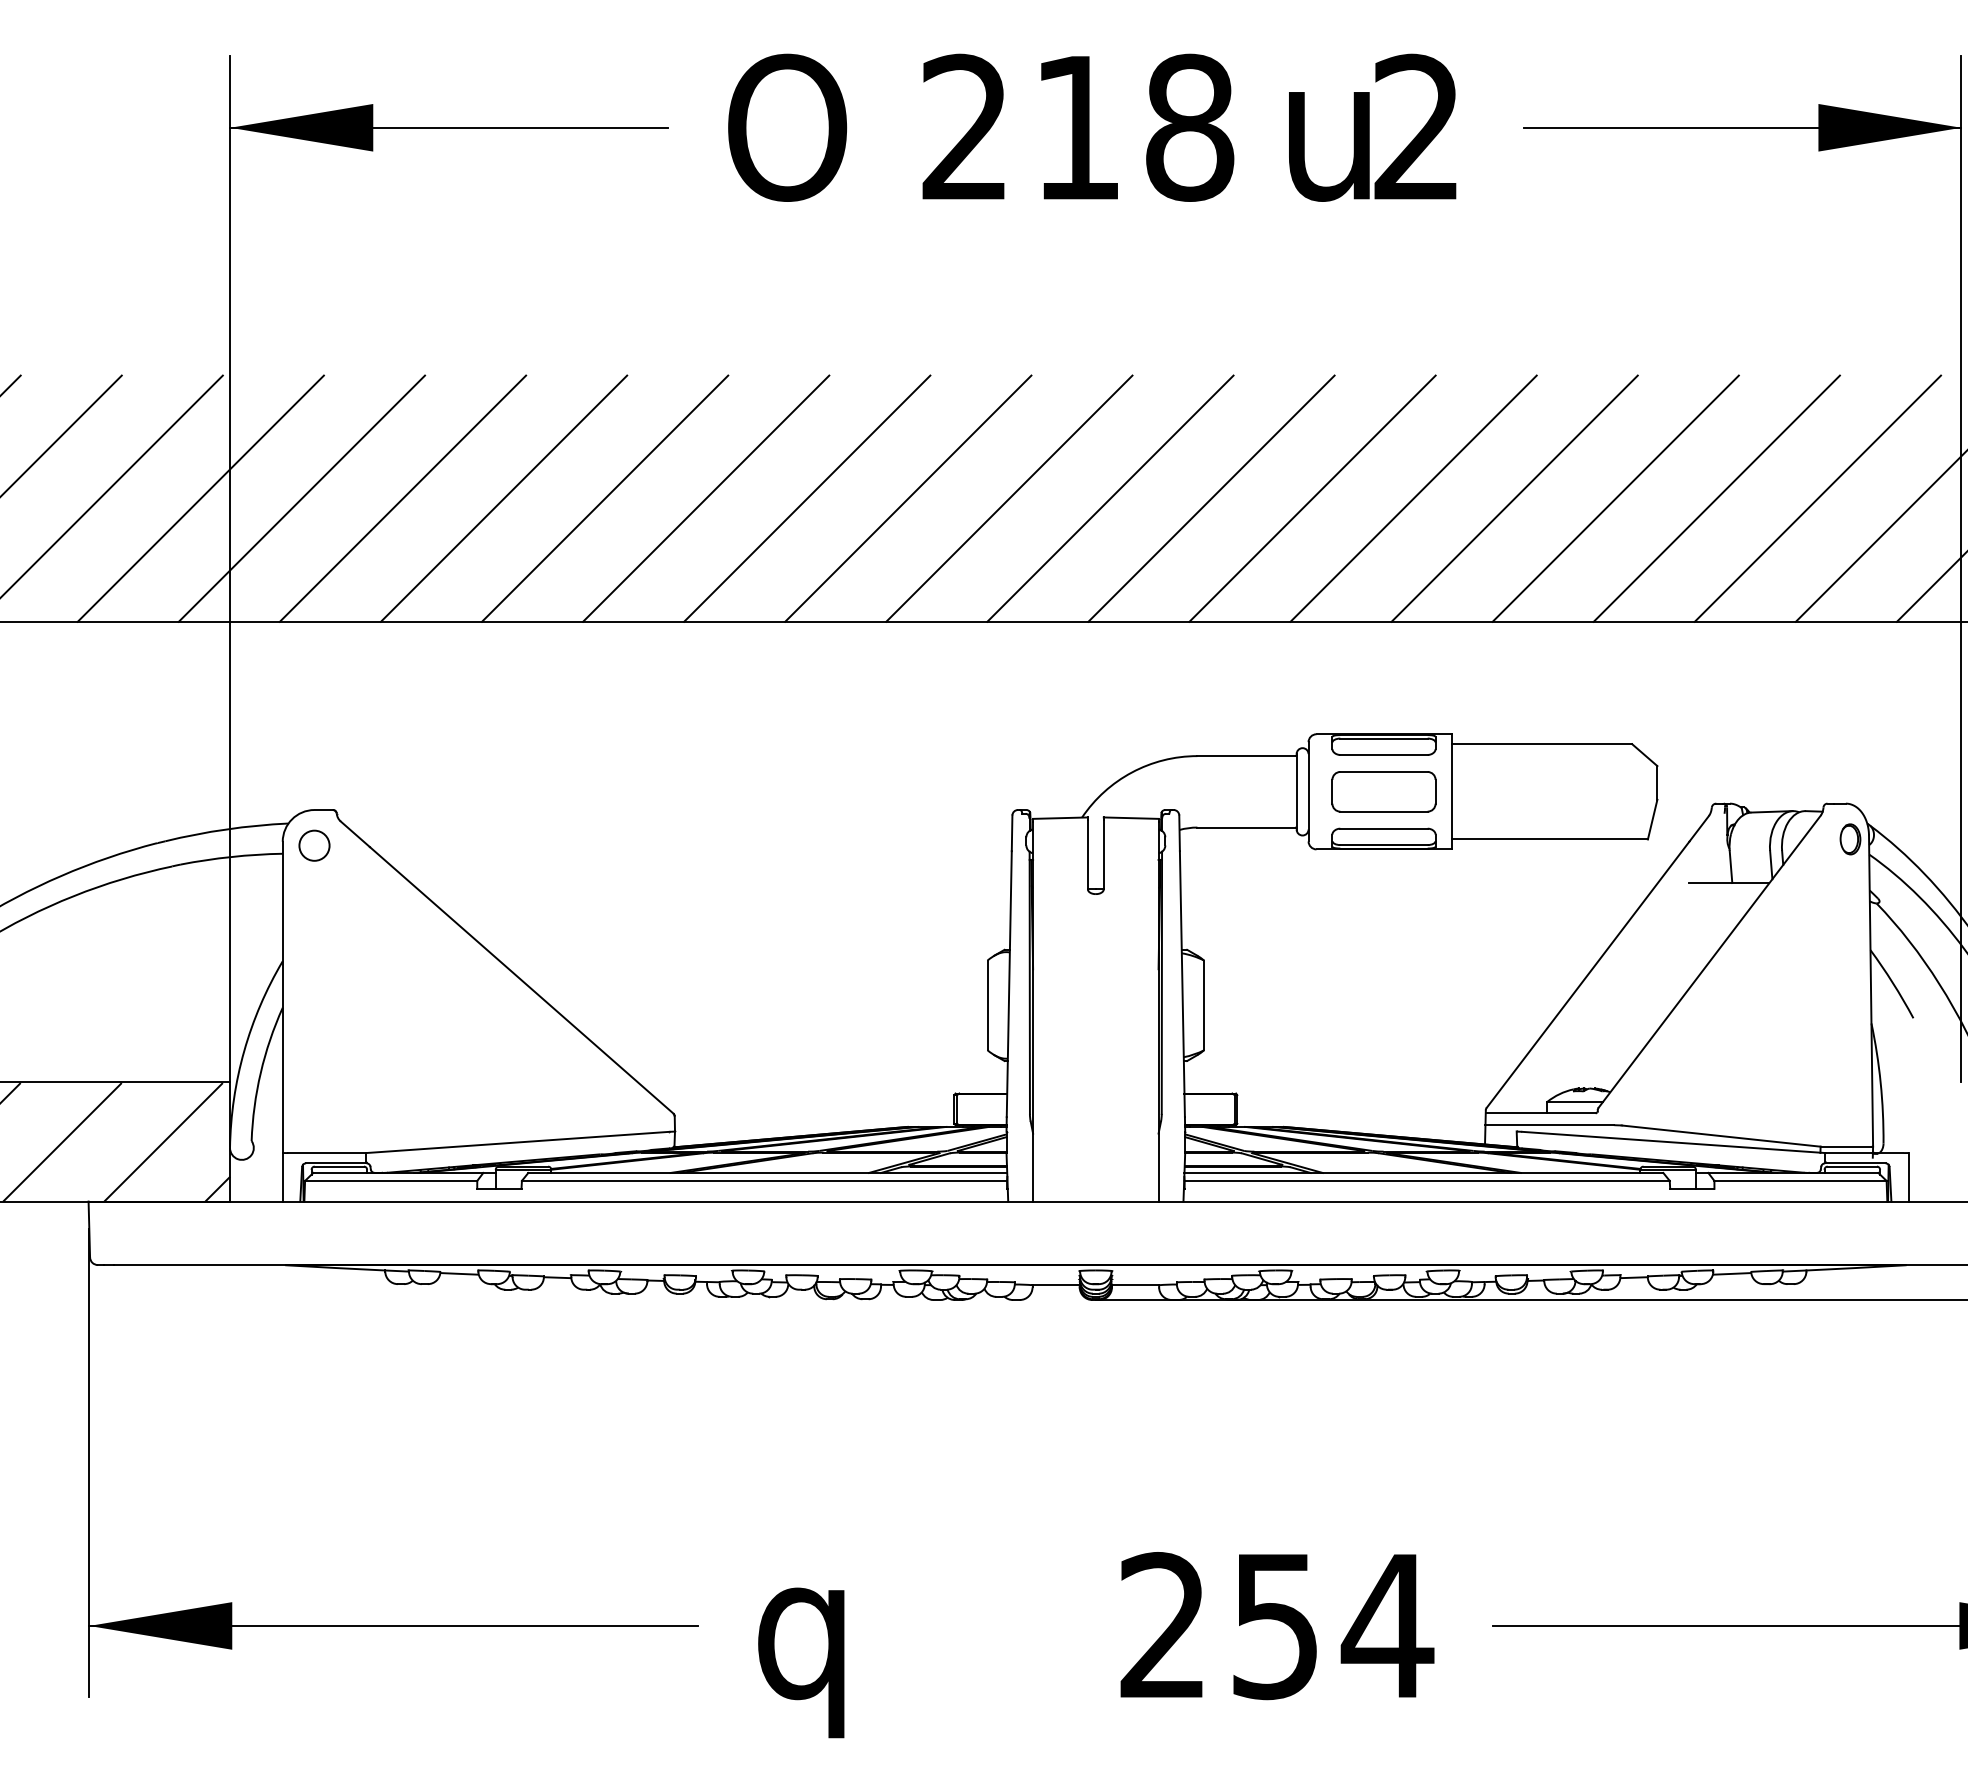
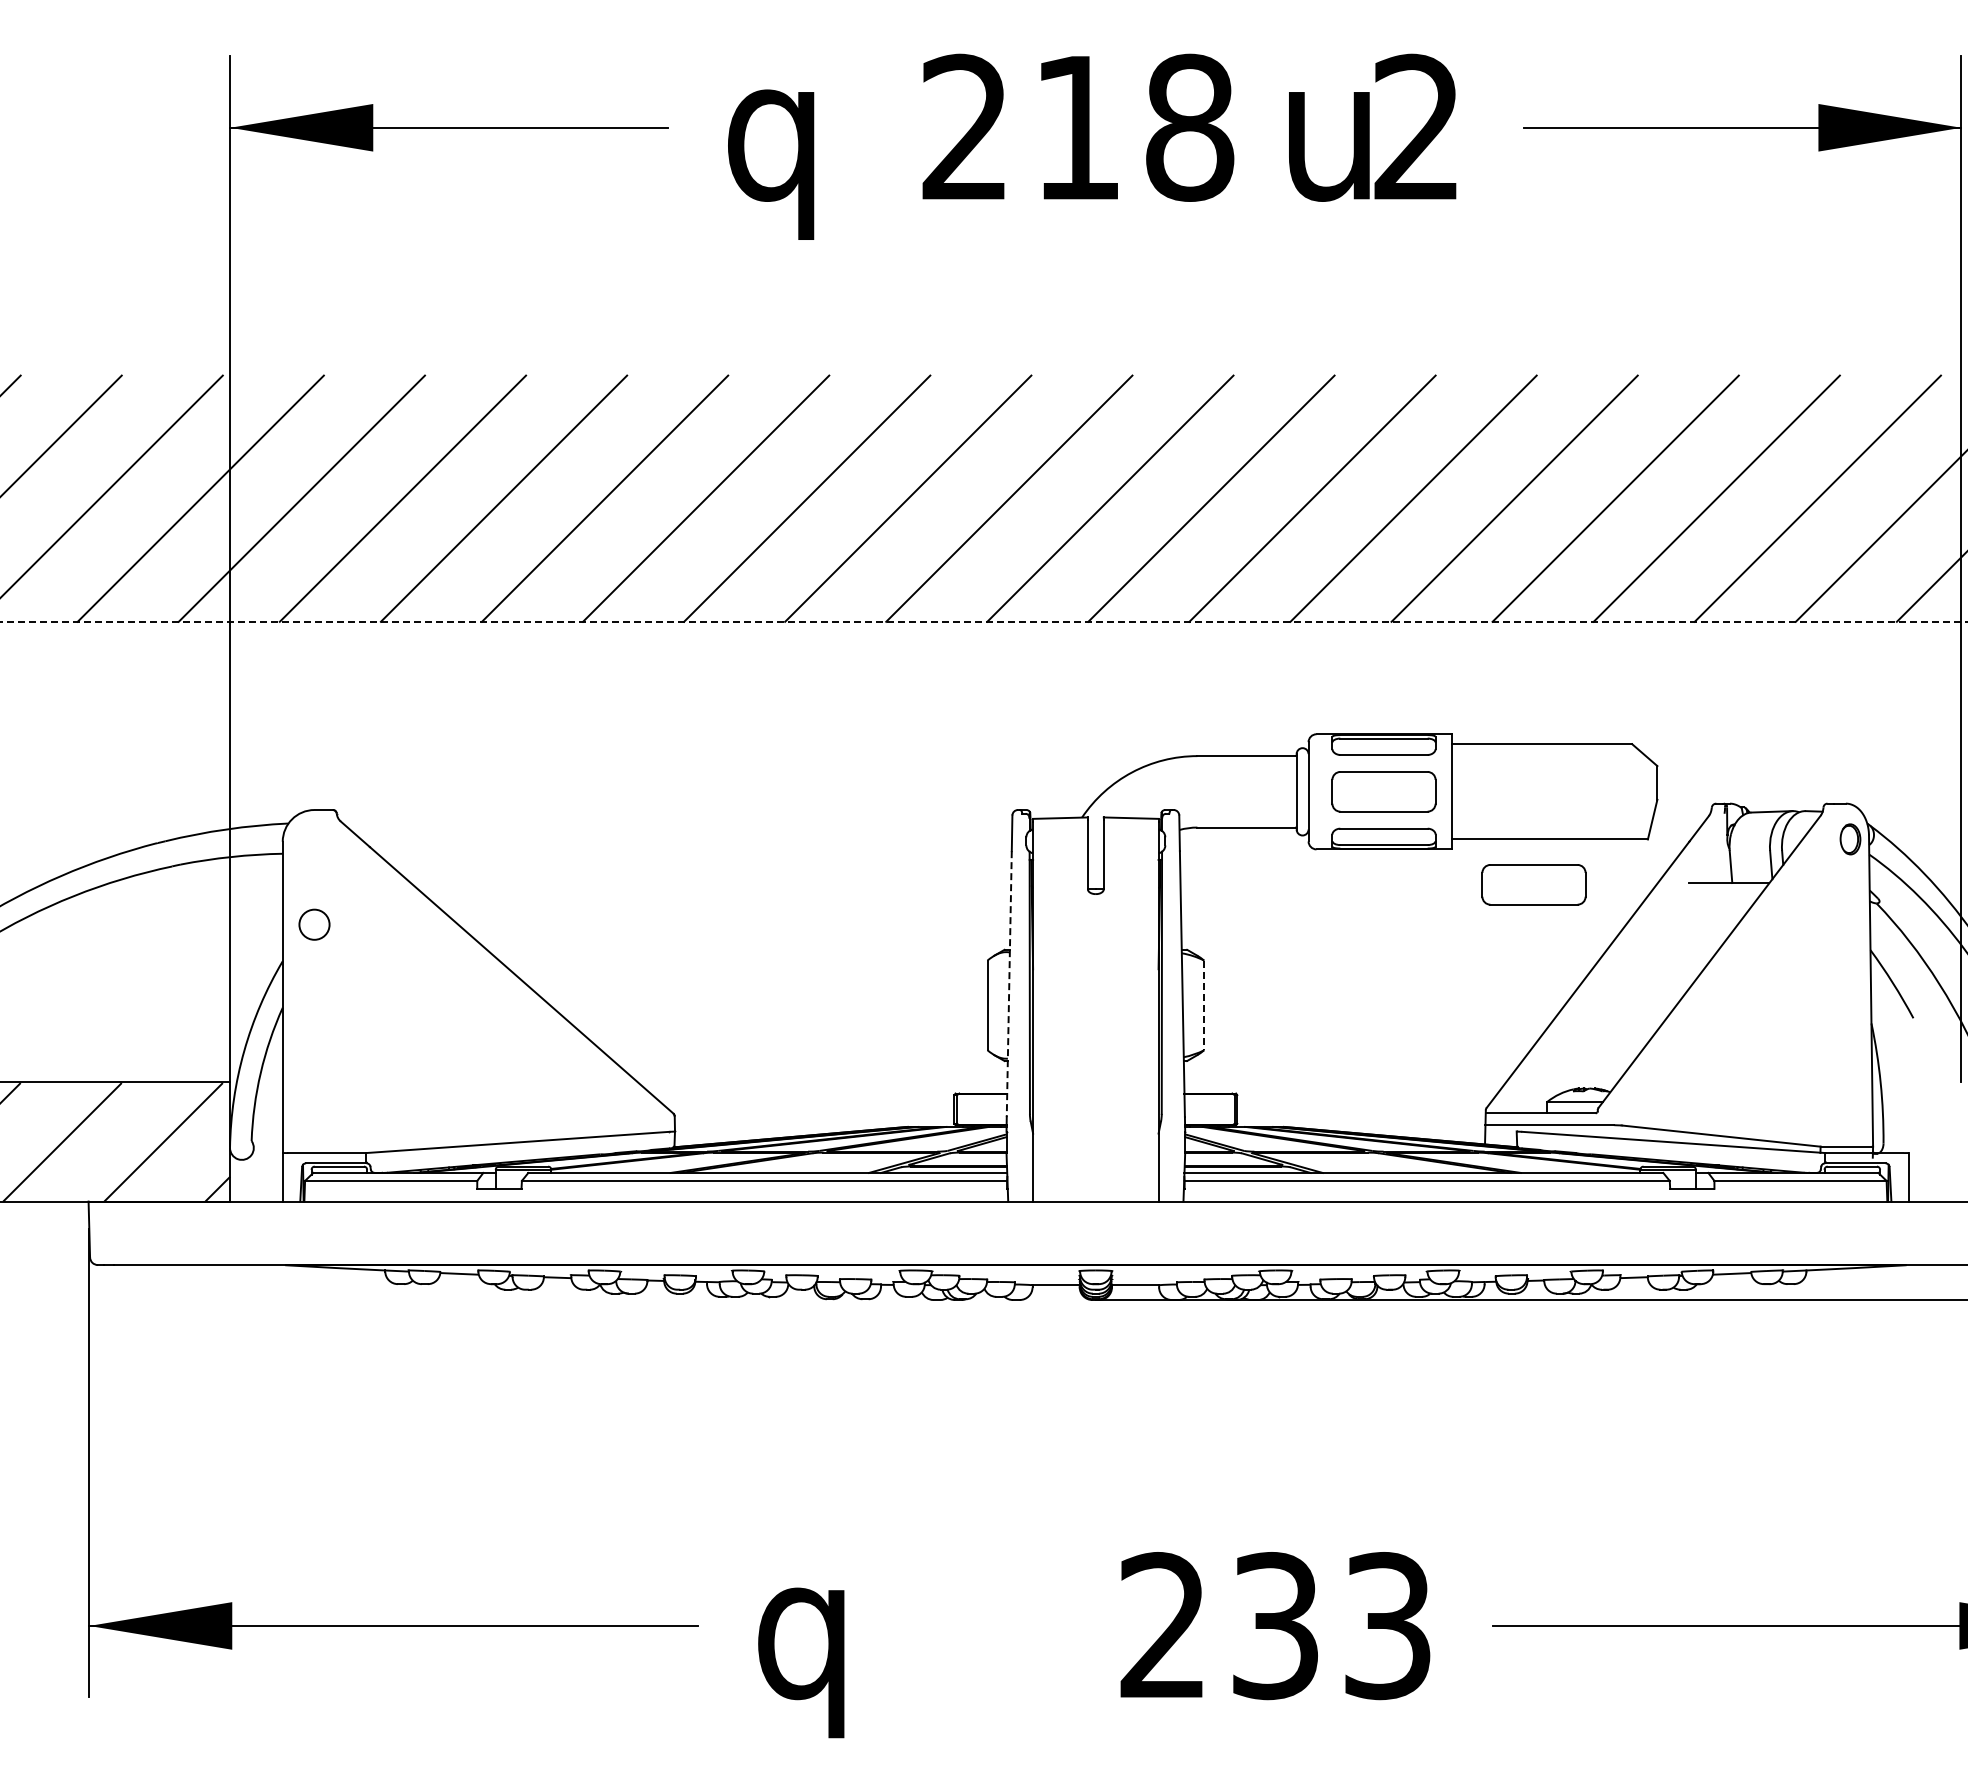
text at (787, 146): O -> q
line at (983, 621): solid -> dashed
circle at (314, 845) position: (314, 845) -> (314, 924)
part at (1533, 884): none -> present
line at (1009, 984): solid -> dashed
line at (1204, 1005): solid -> dashed
text at (1333, 1626): 254 -> 233
